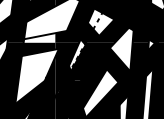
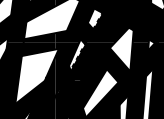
fill at (103, 23): none -> present
fill at (39, 37): none -> present
